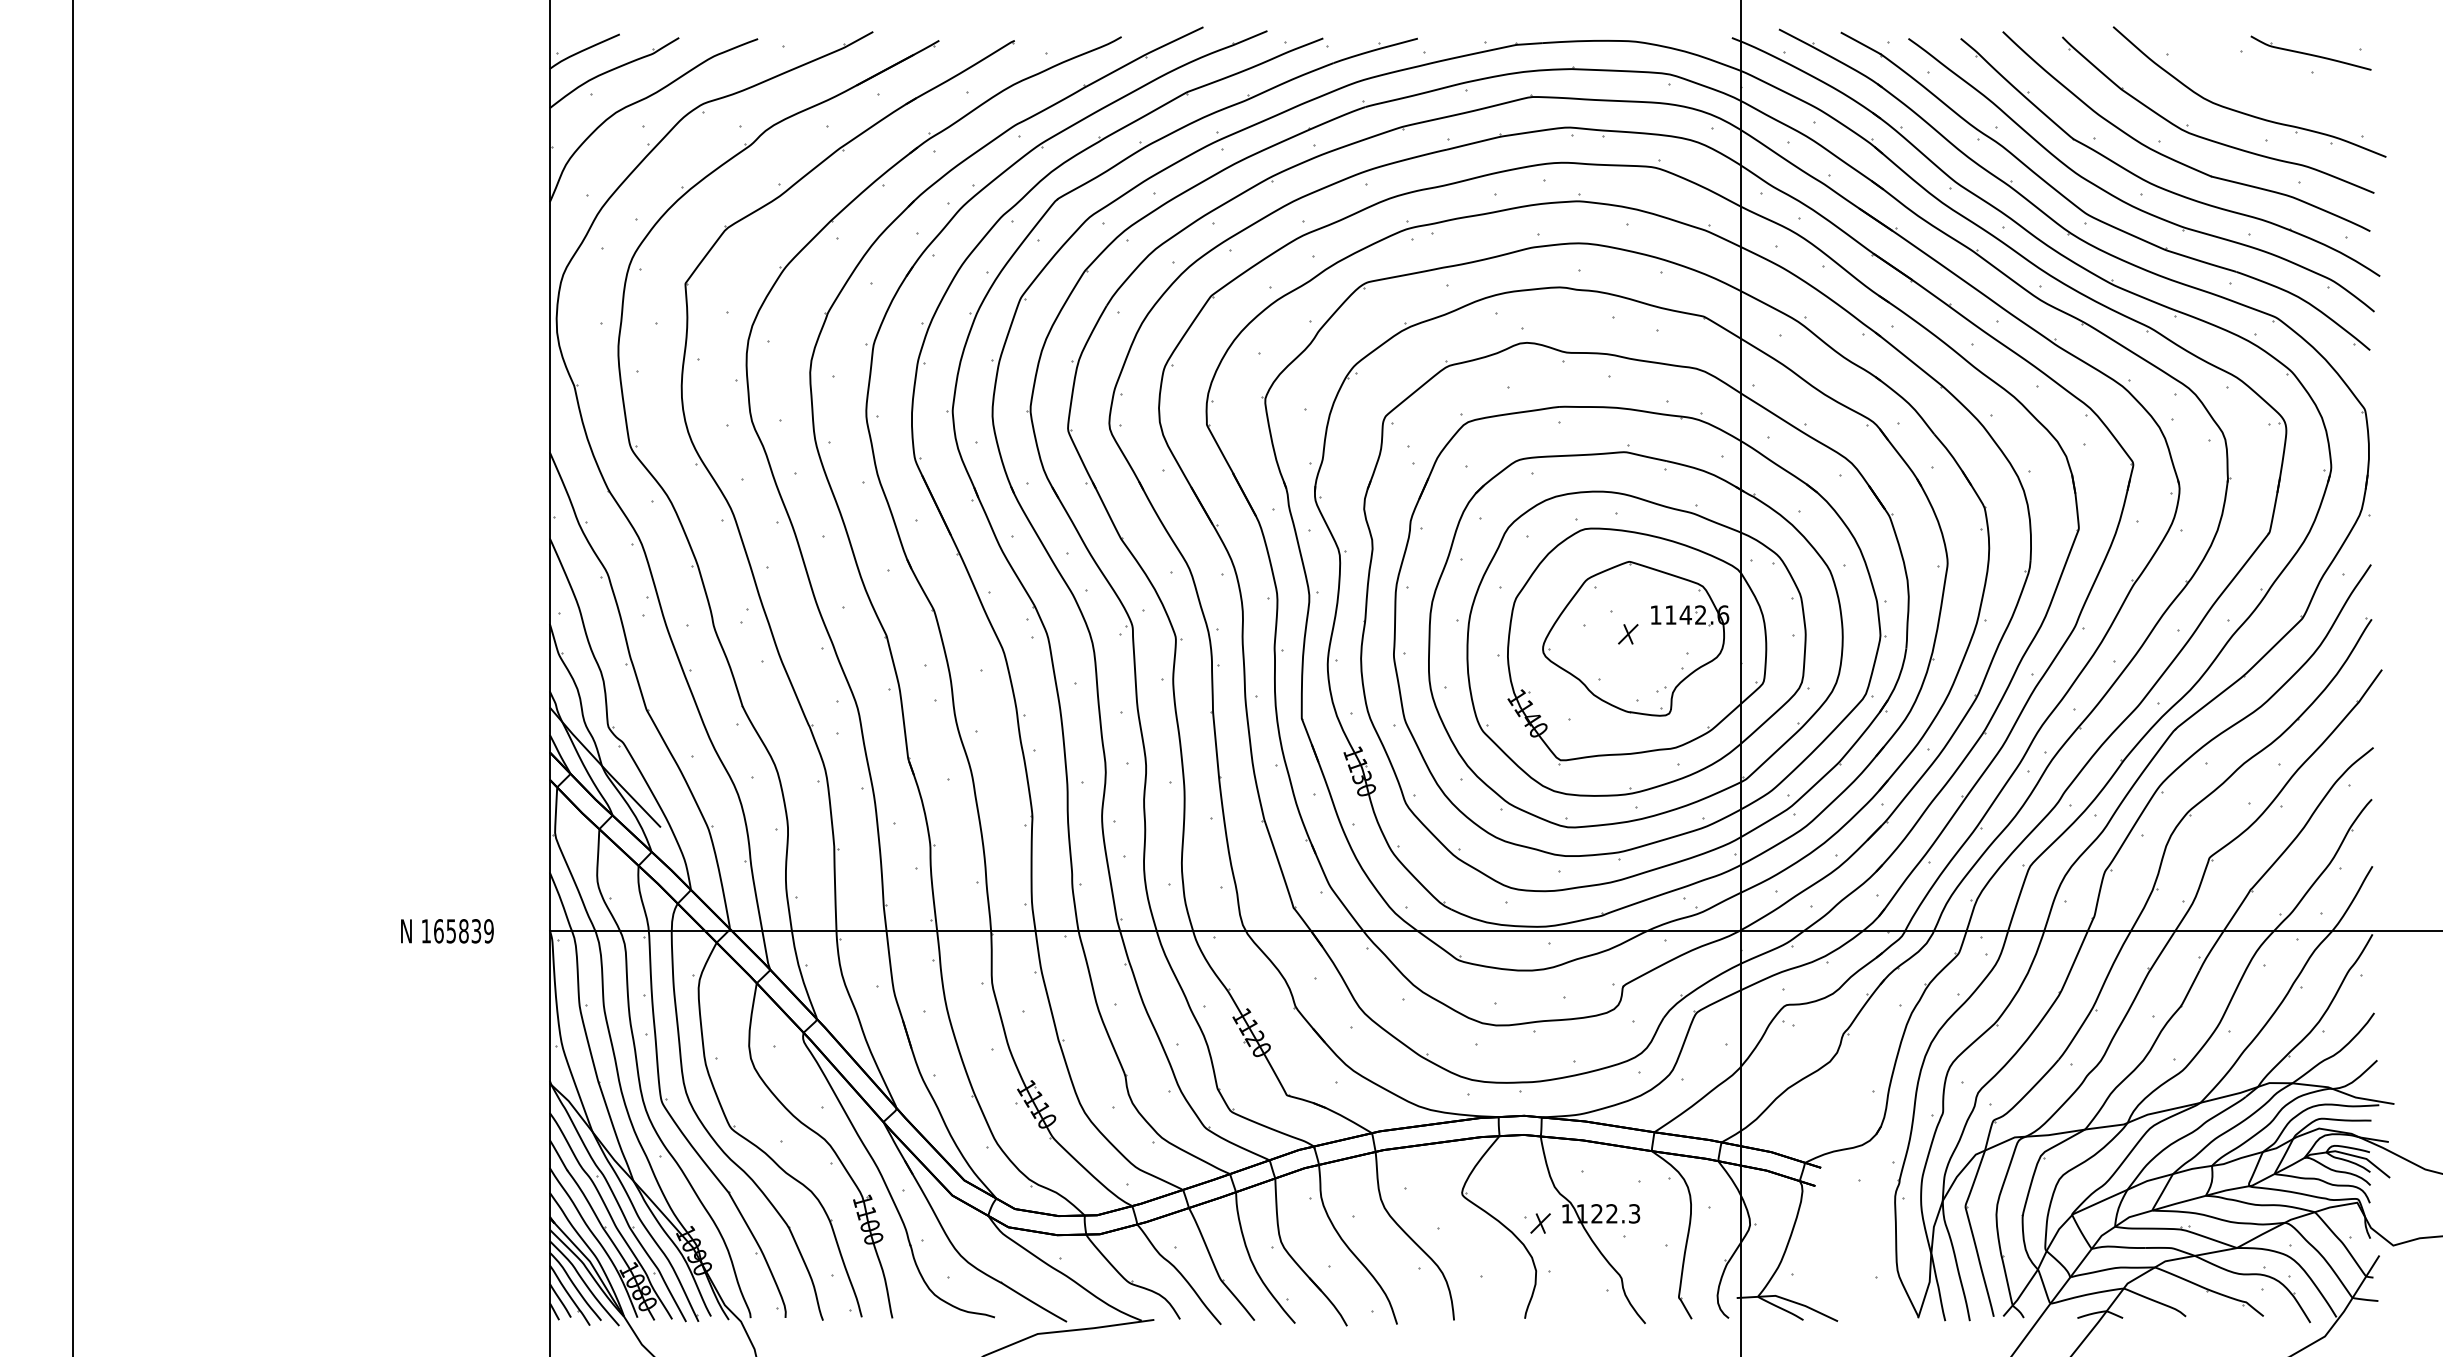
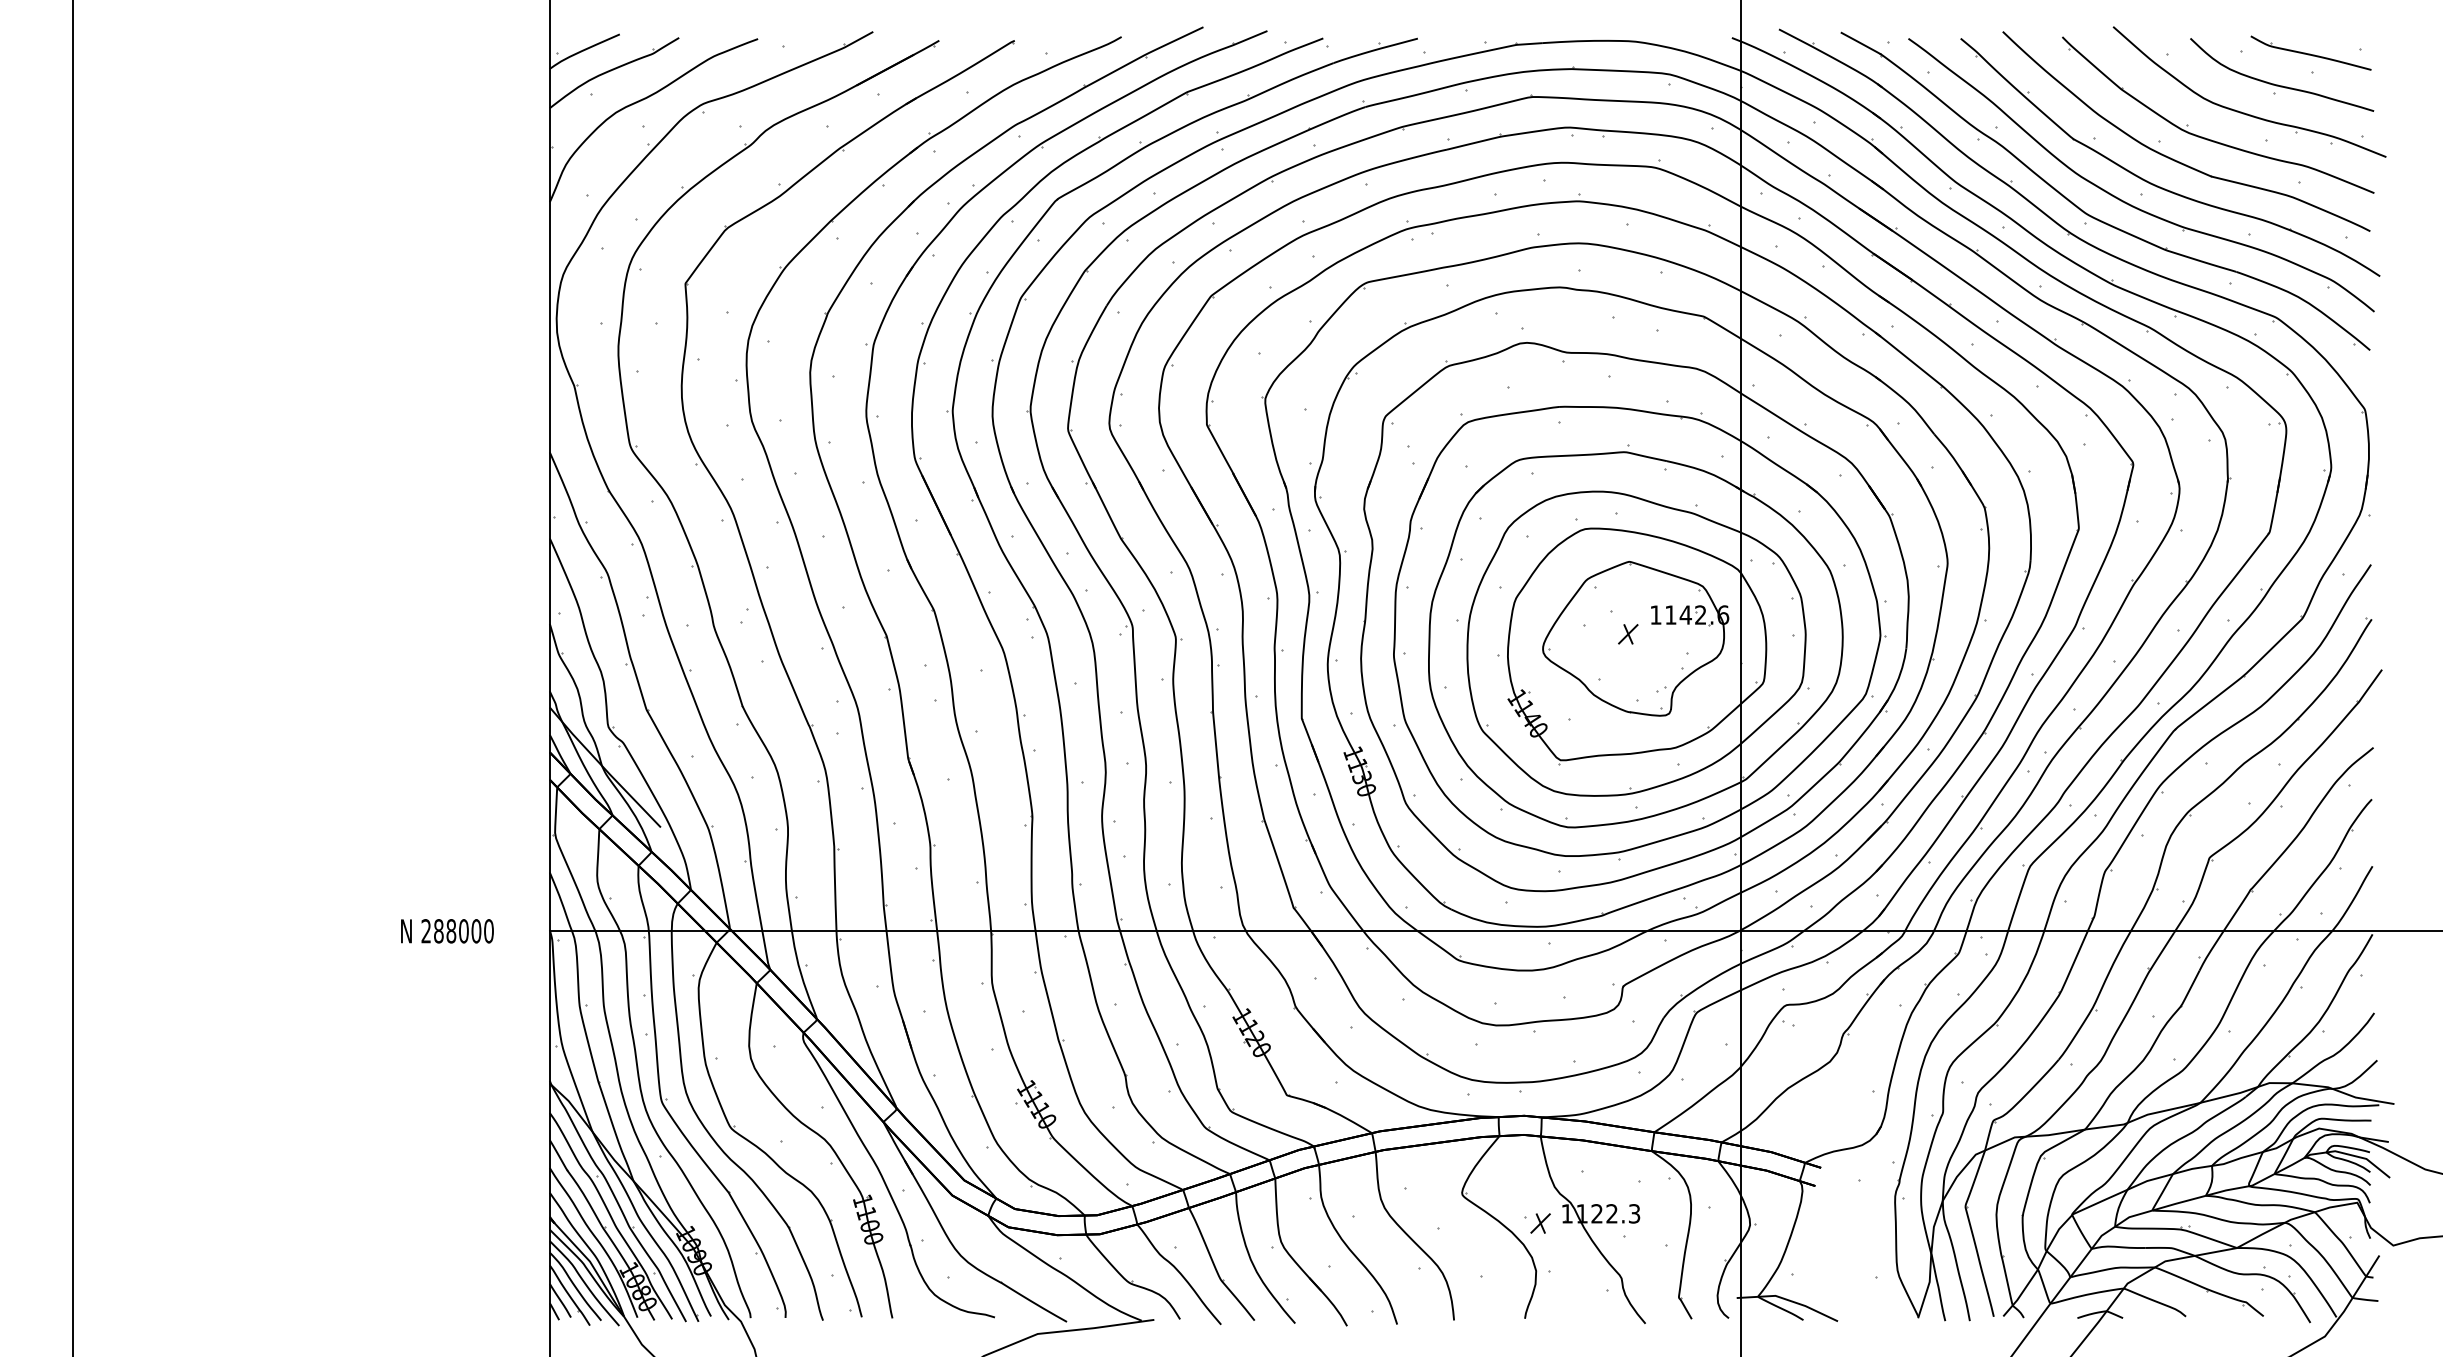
part at (2278, 84): none -> present
text at (457, 931): 165839 -> 288000
